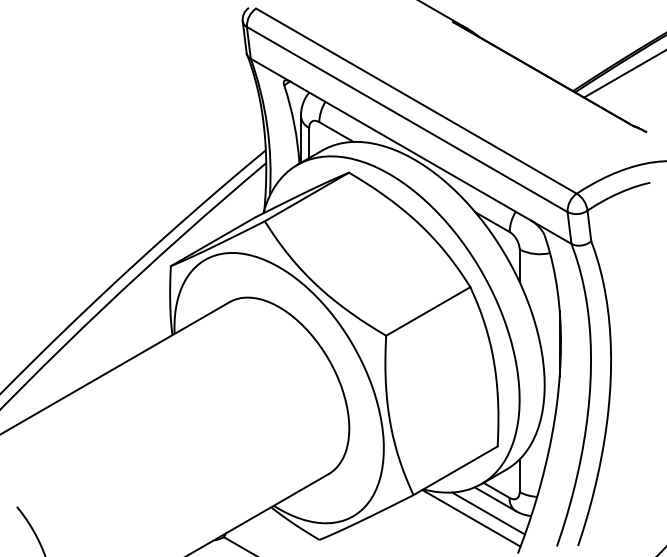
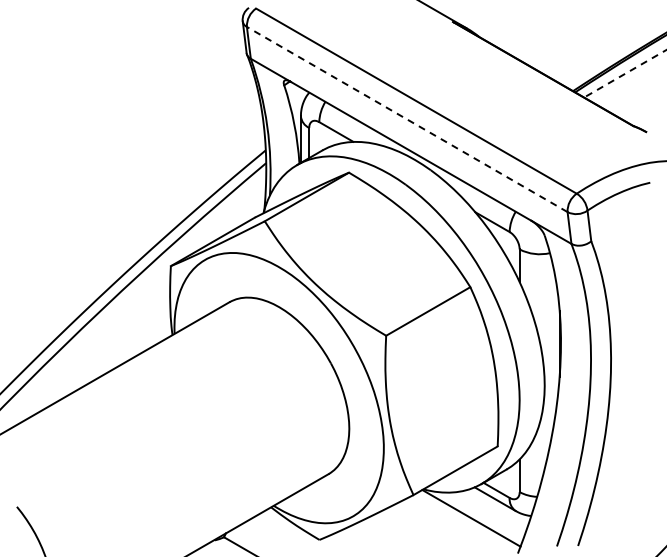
line at (624, 74): solid -> dashed
line at (406, 119): solid -> dashed
line at (488, 513): present -> none
